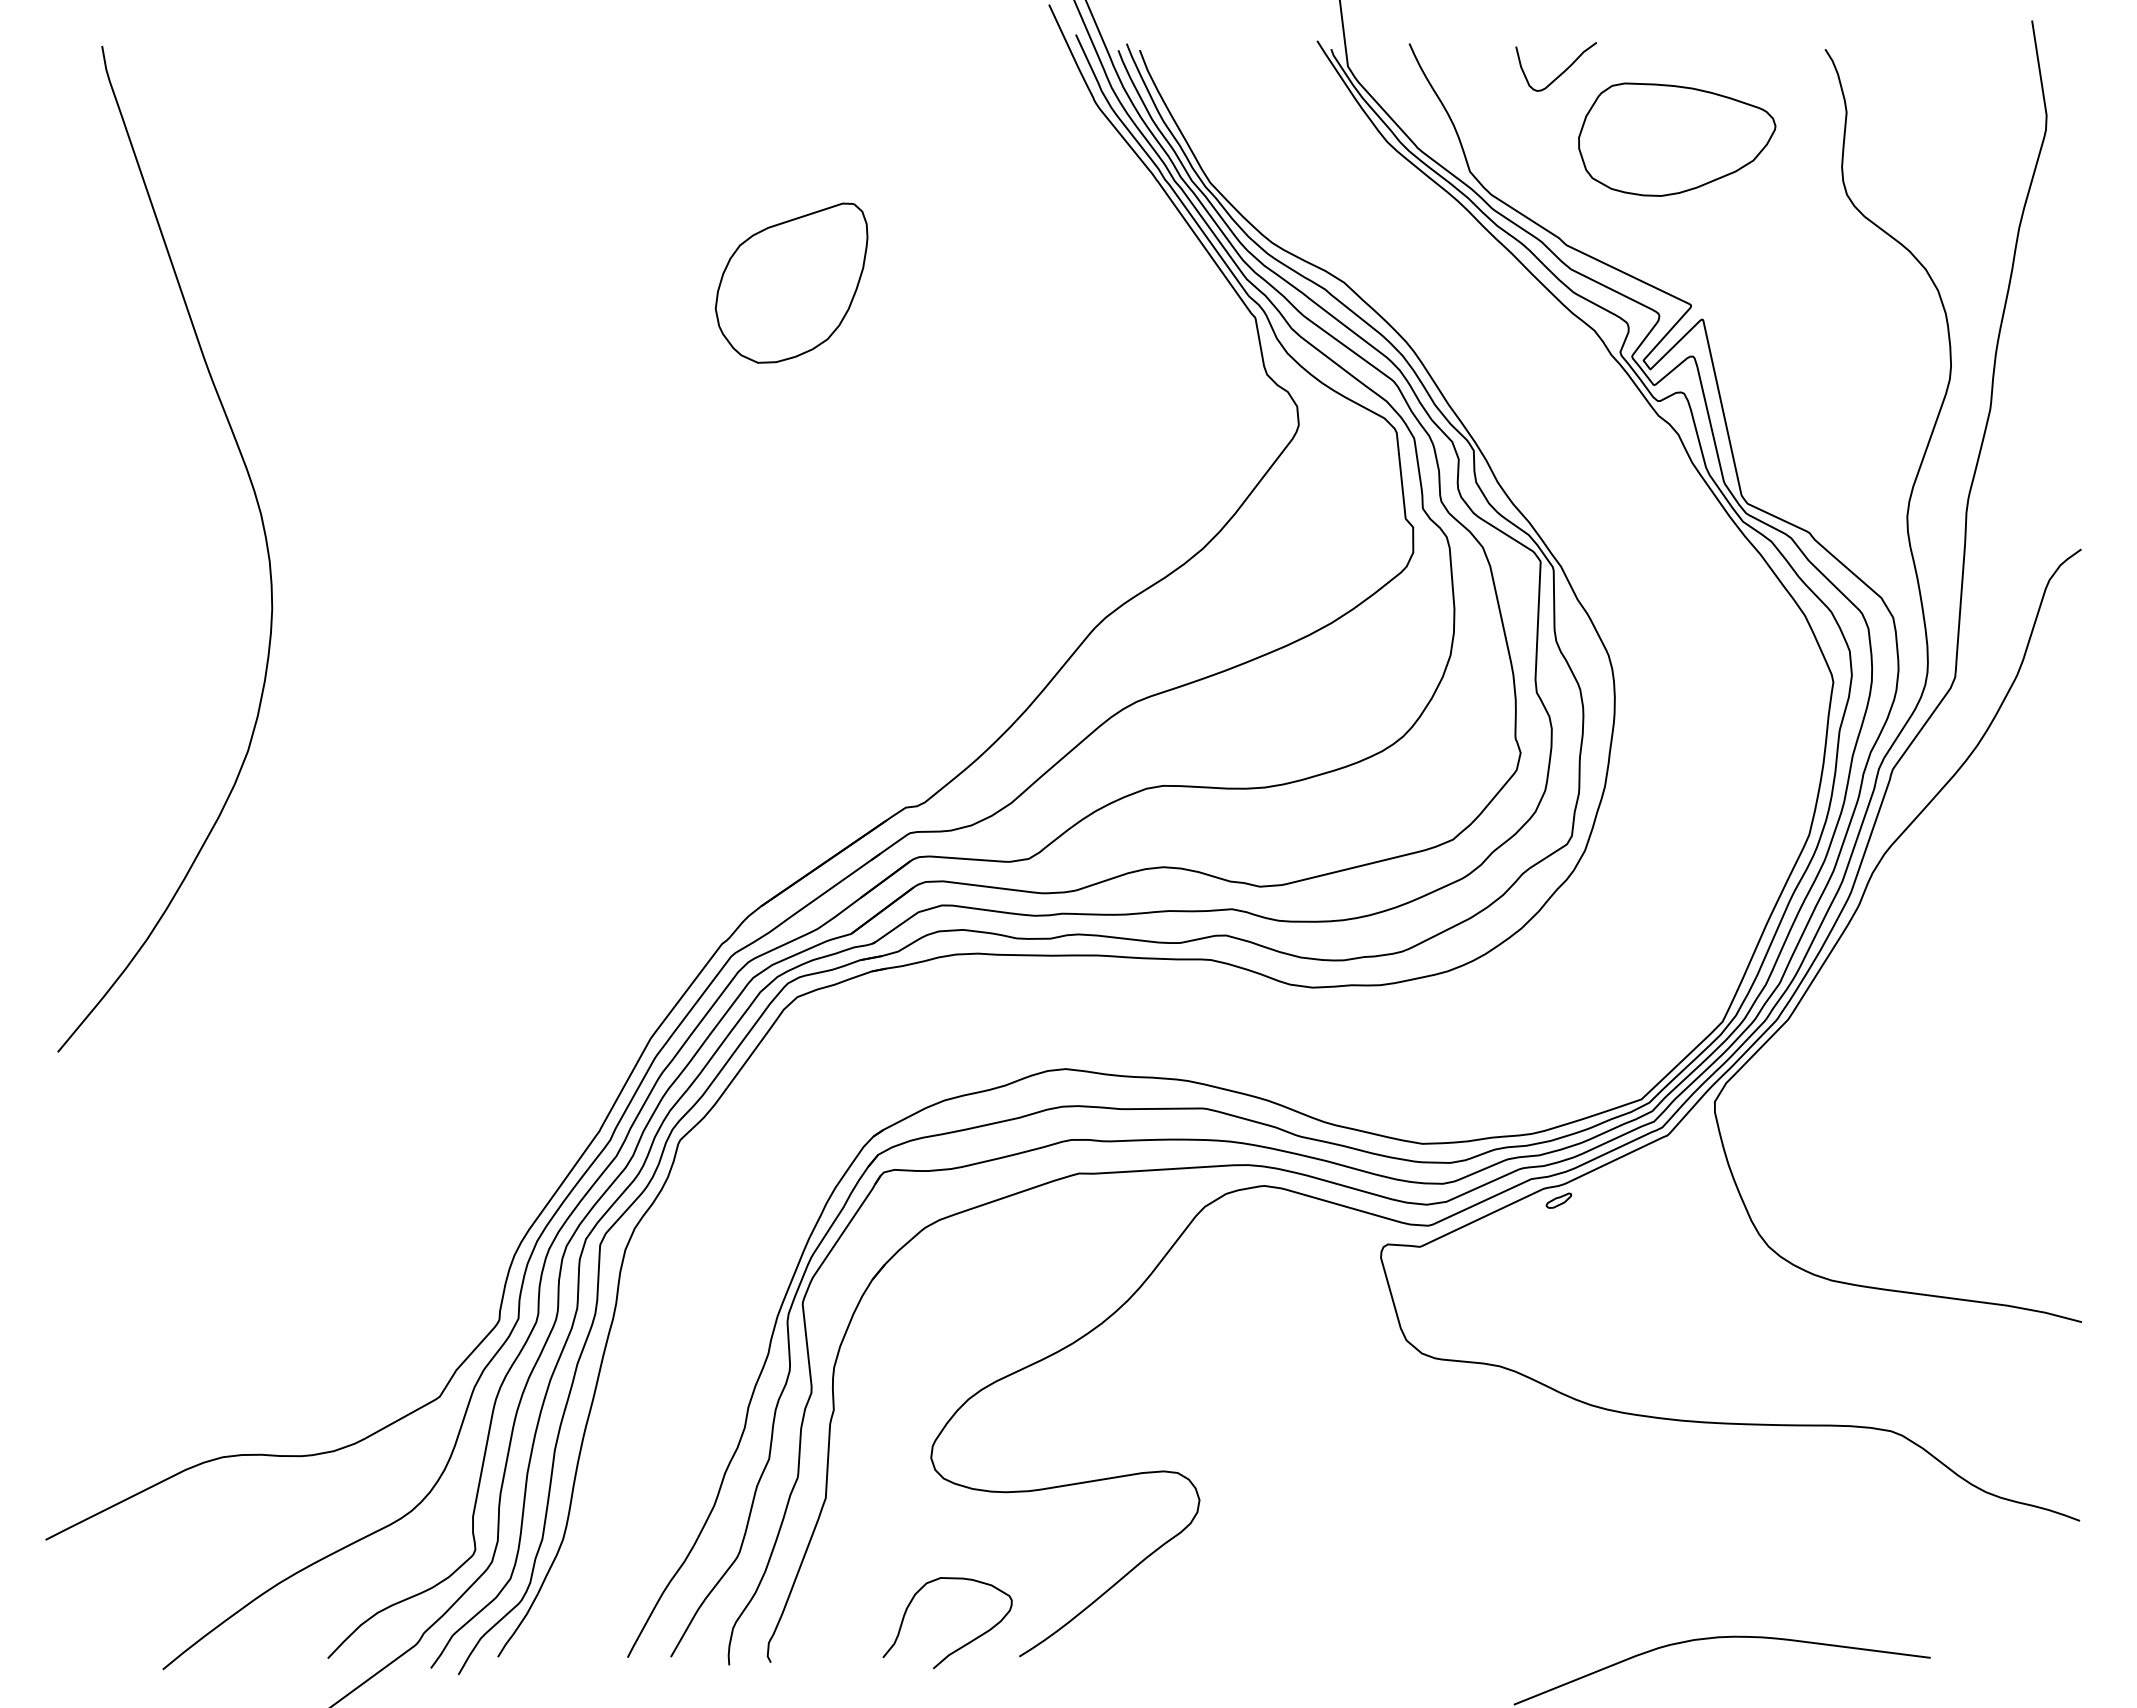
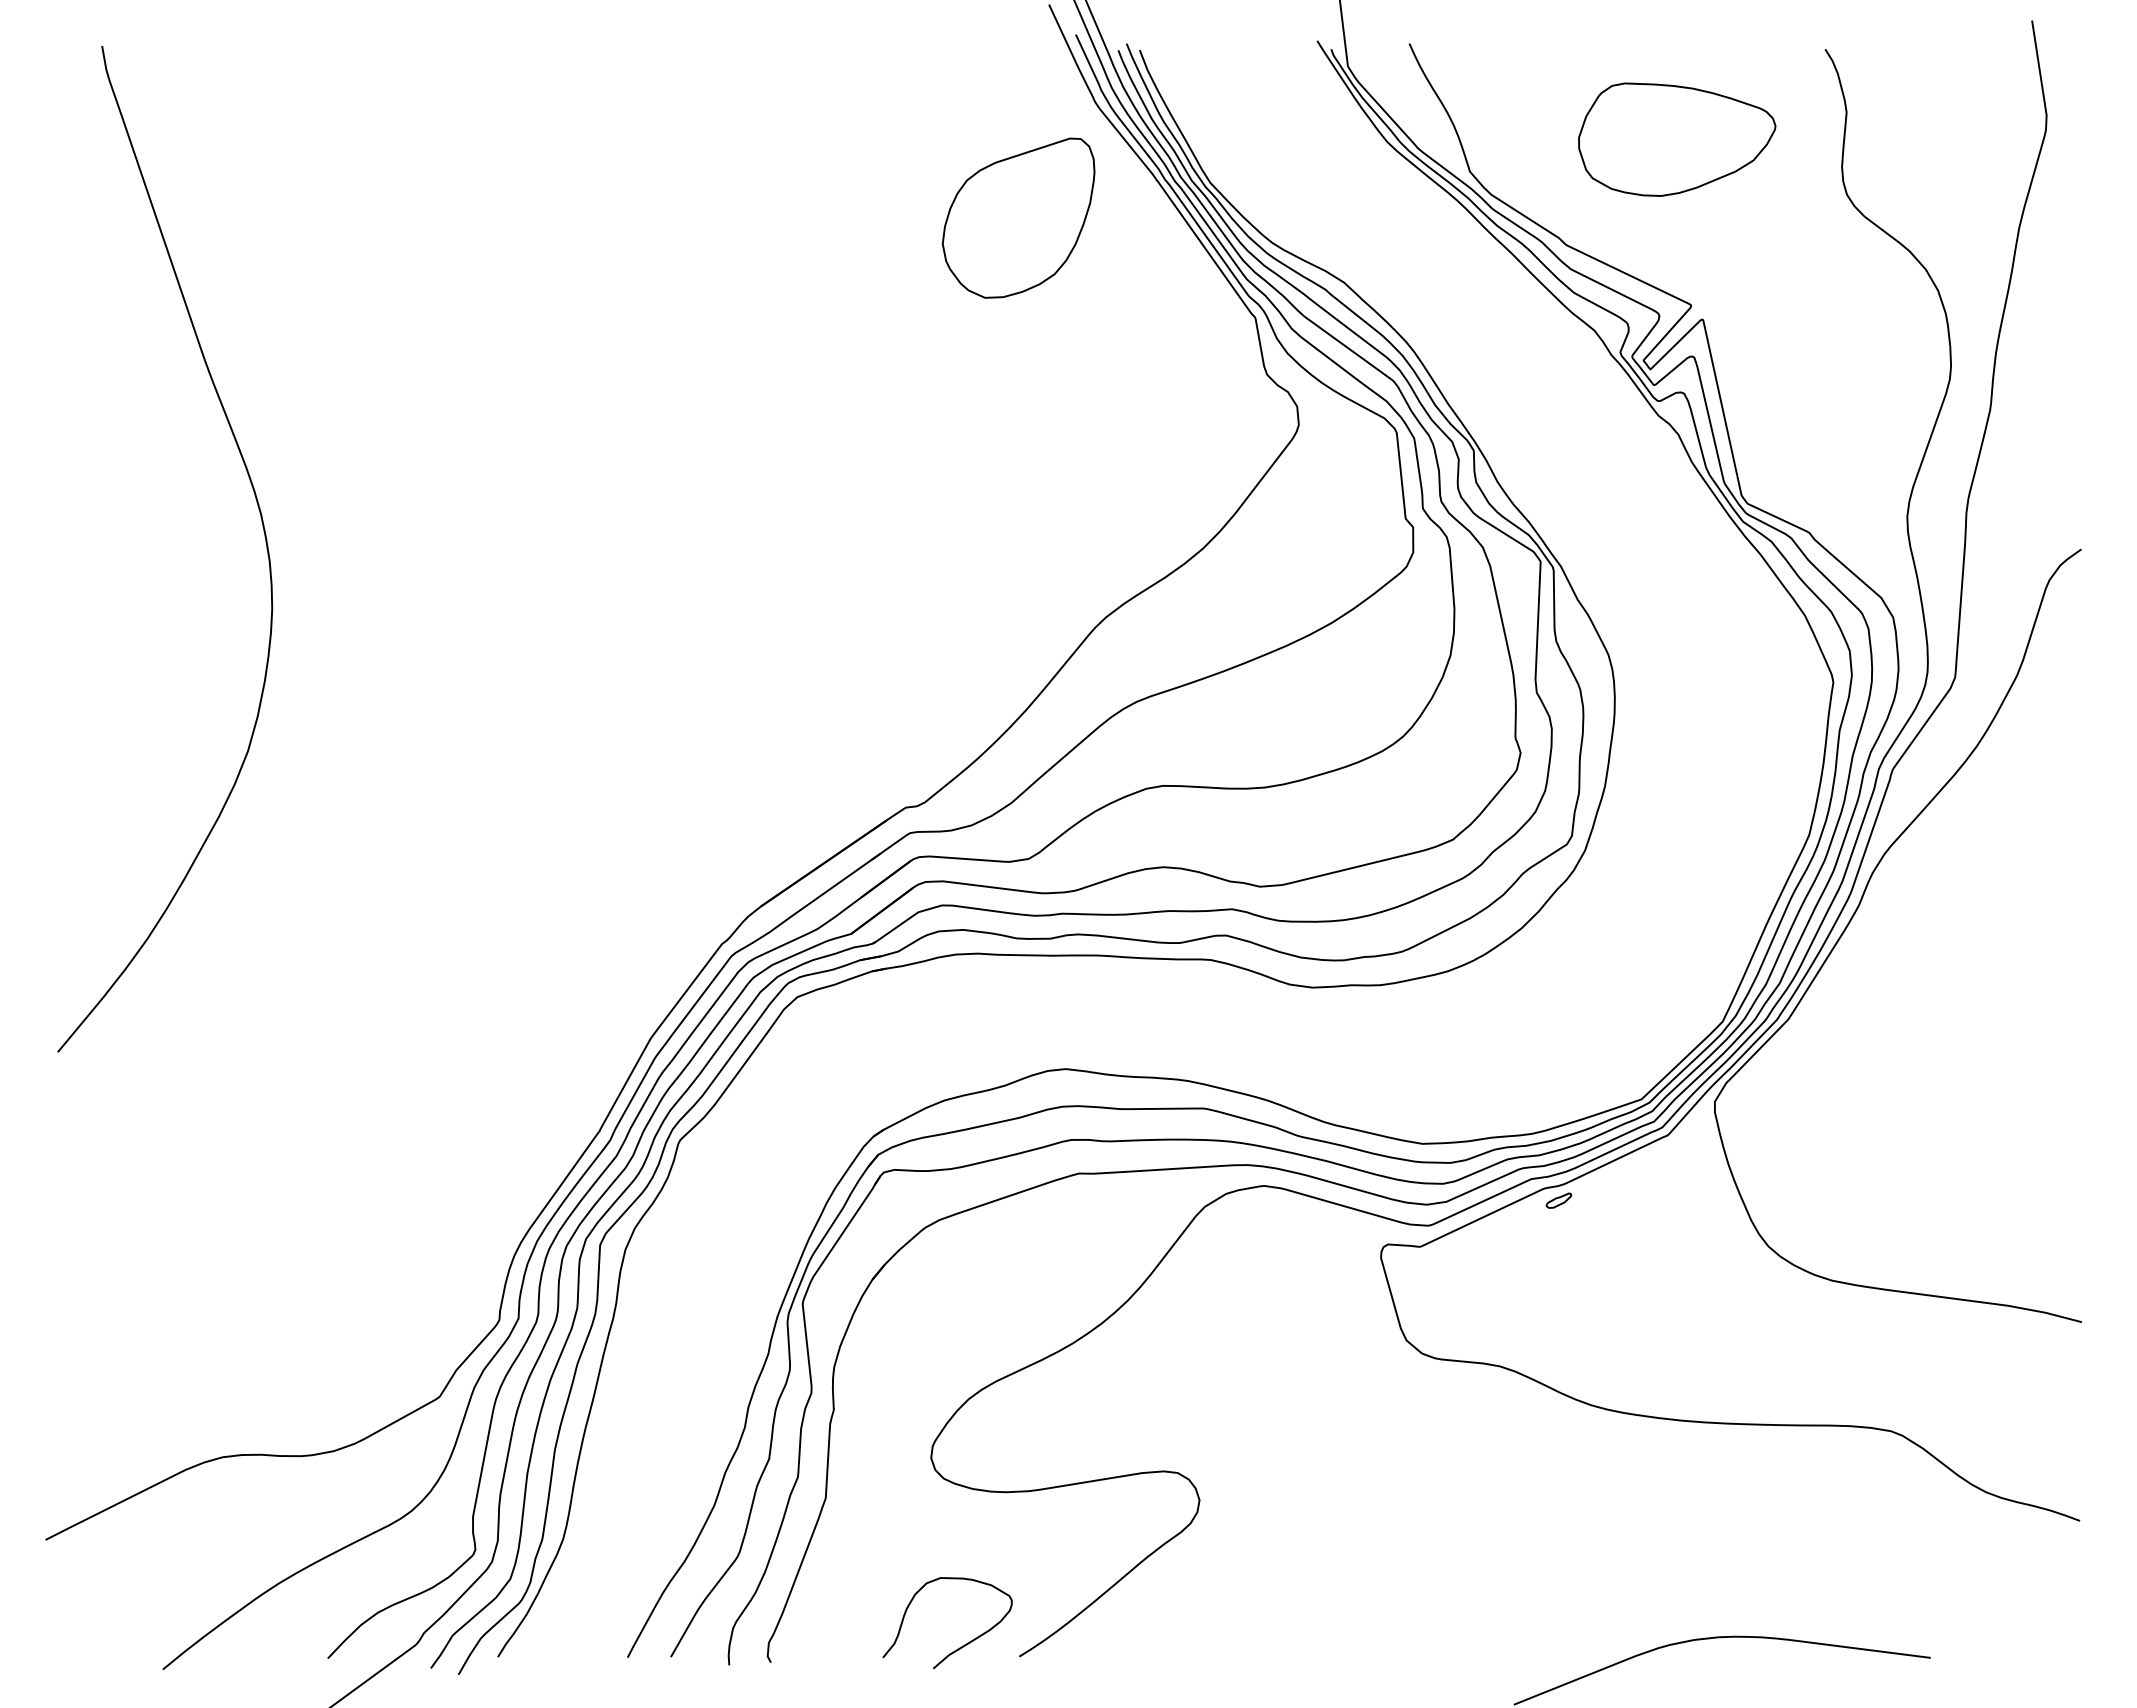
curve at (1561, 72): present -> none
part at (791, 282) position: (791, 282) -> (1018, 217)
